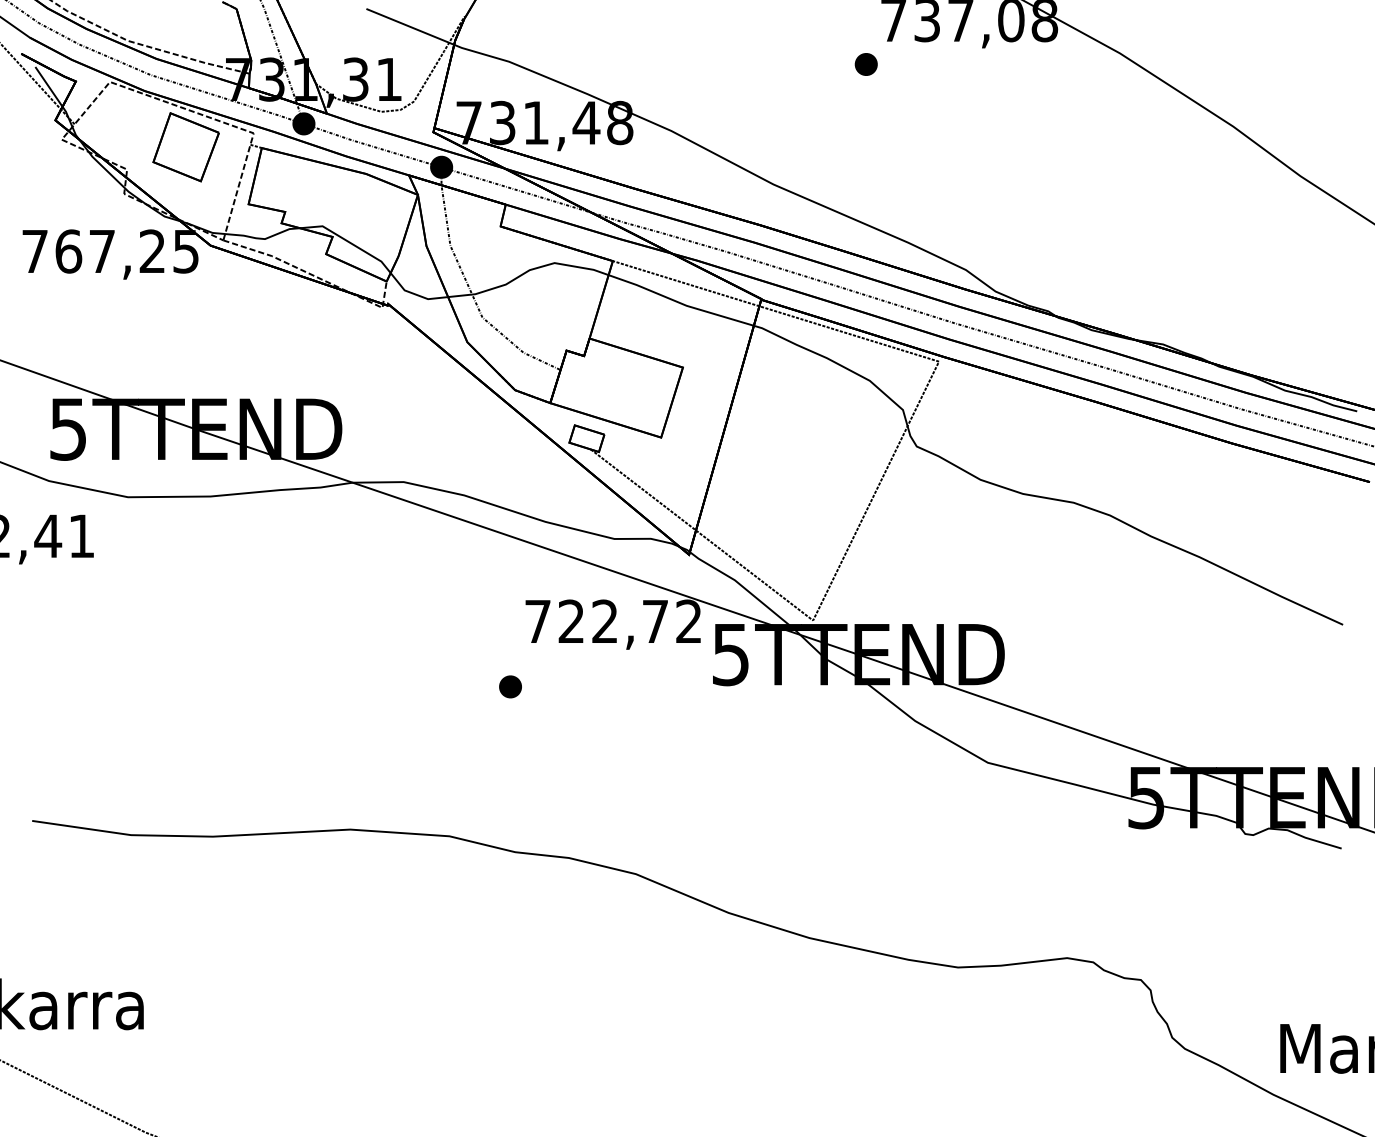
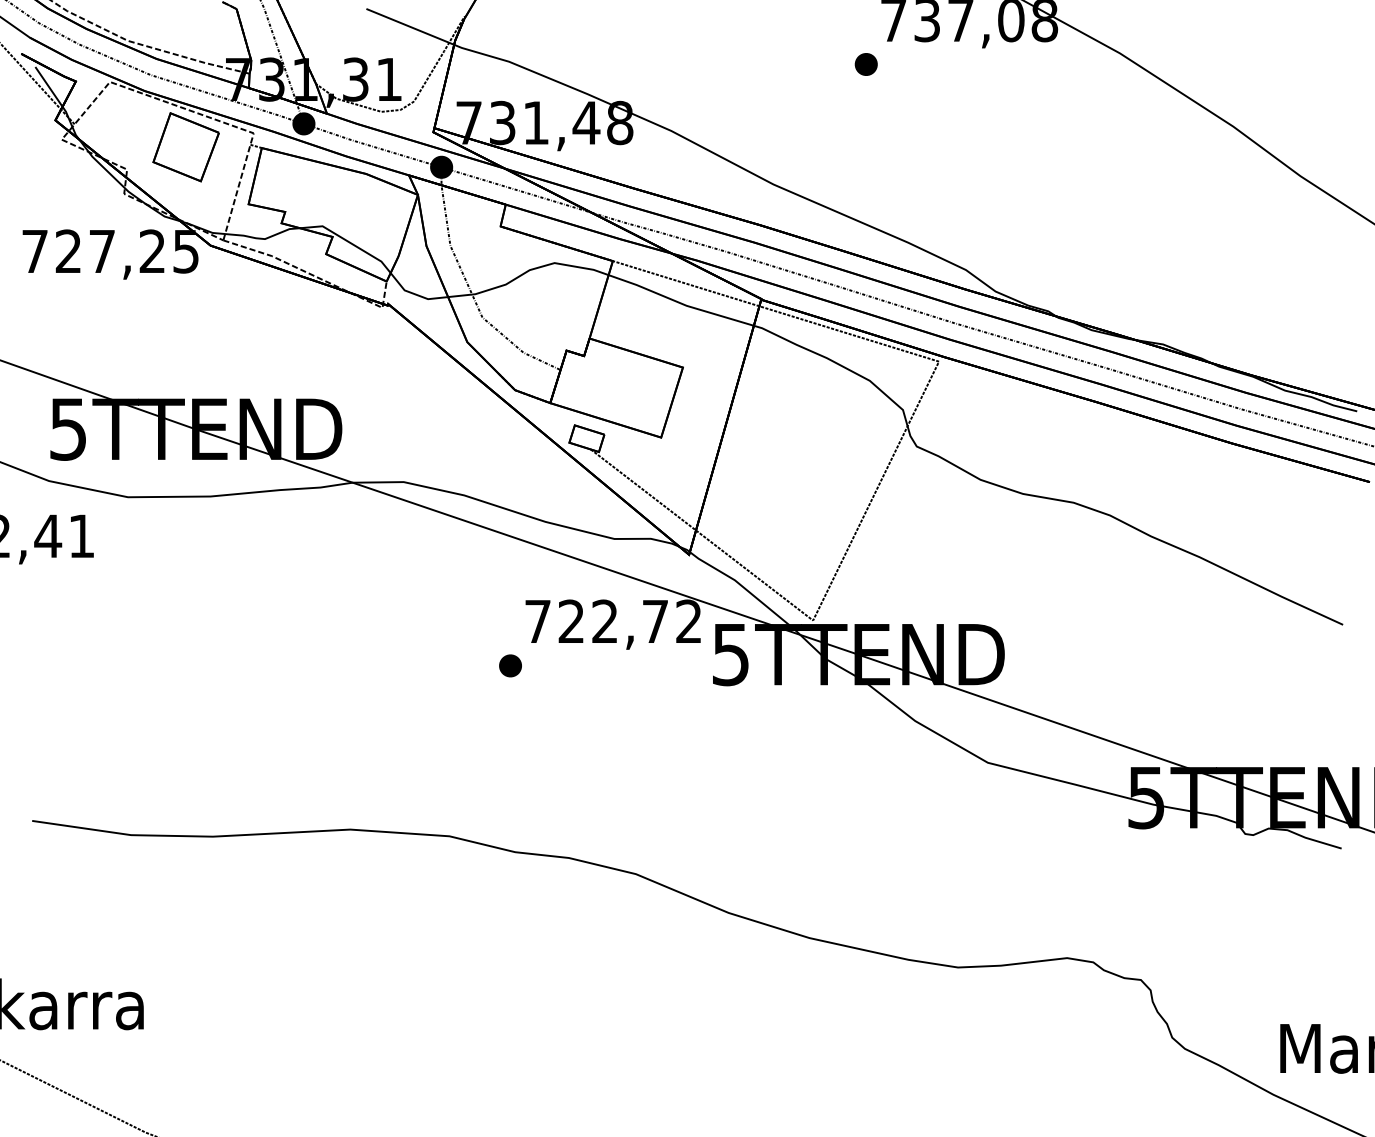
text at (68, 251): 767,25 -> 727,25
part at (510, 686) position: (510, 686) -> (510, 665)
